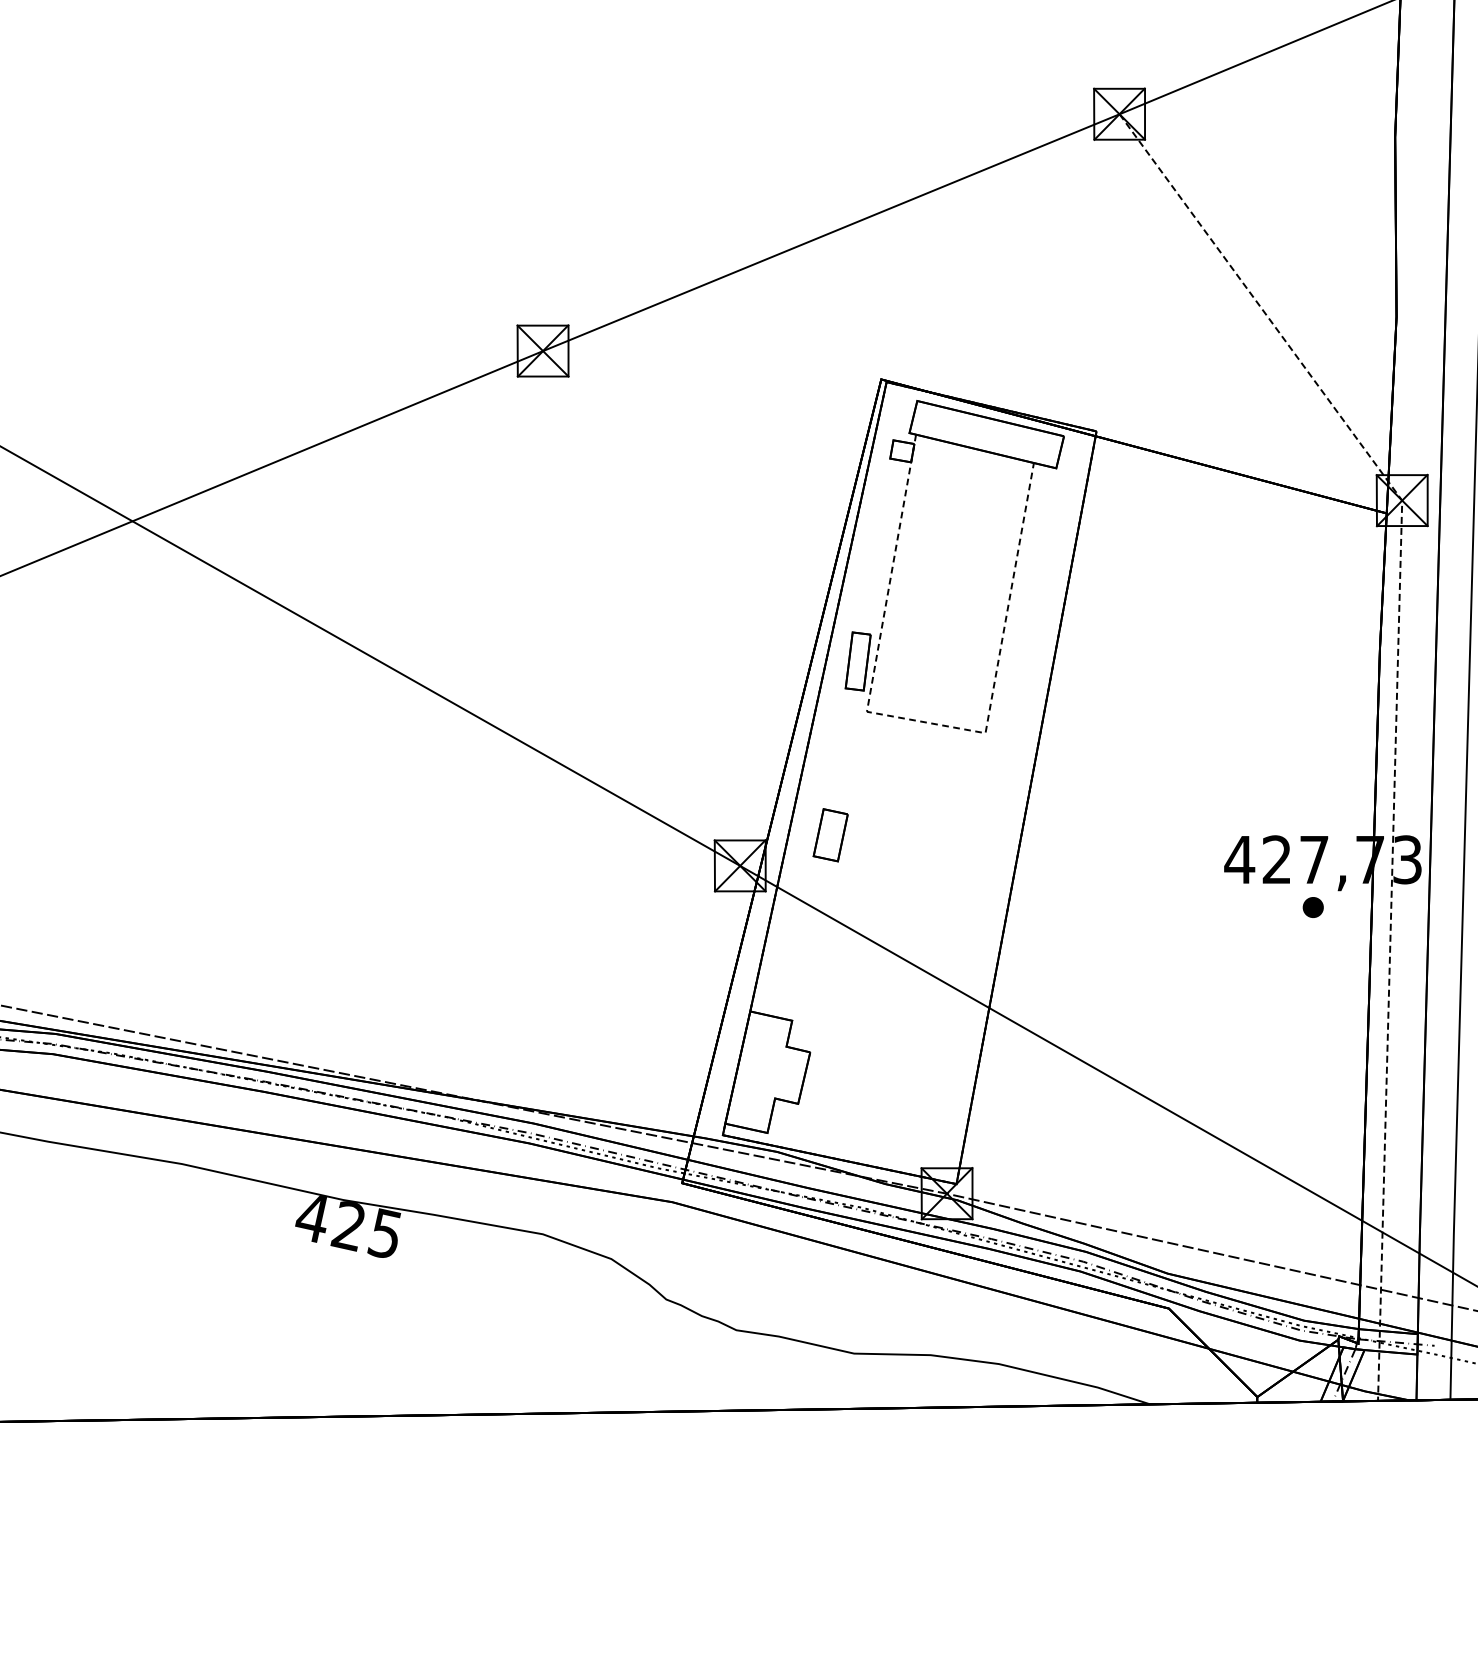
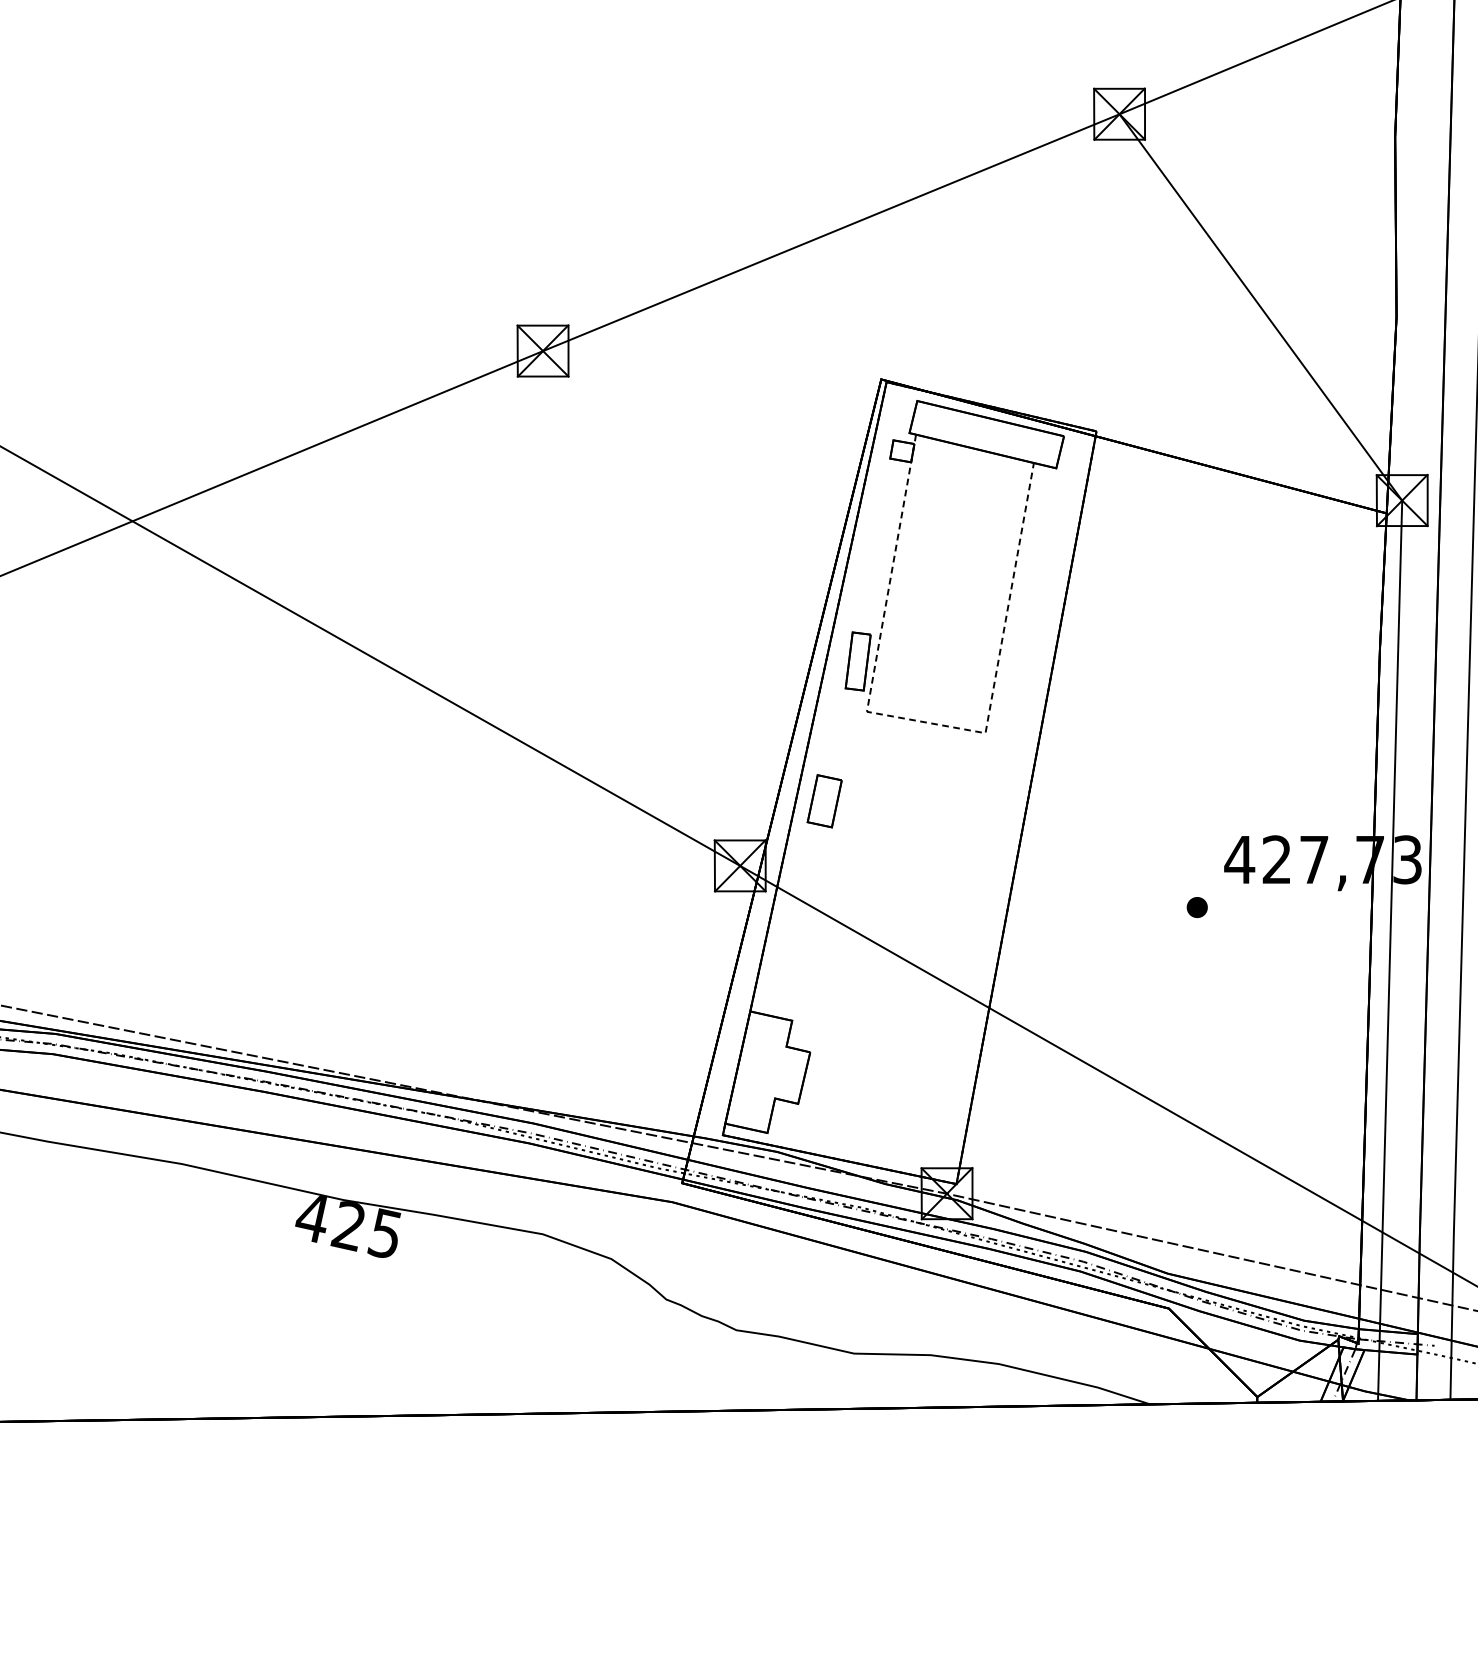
line at (1396, 711): dashed -> solid
part at (830, 835) position: (830, 835) -> (824, 801)
part at (1312, 907) position: (1312, 907) -> (1196, 907)
